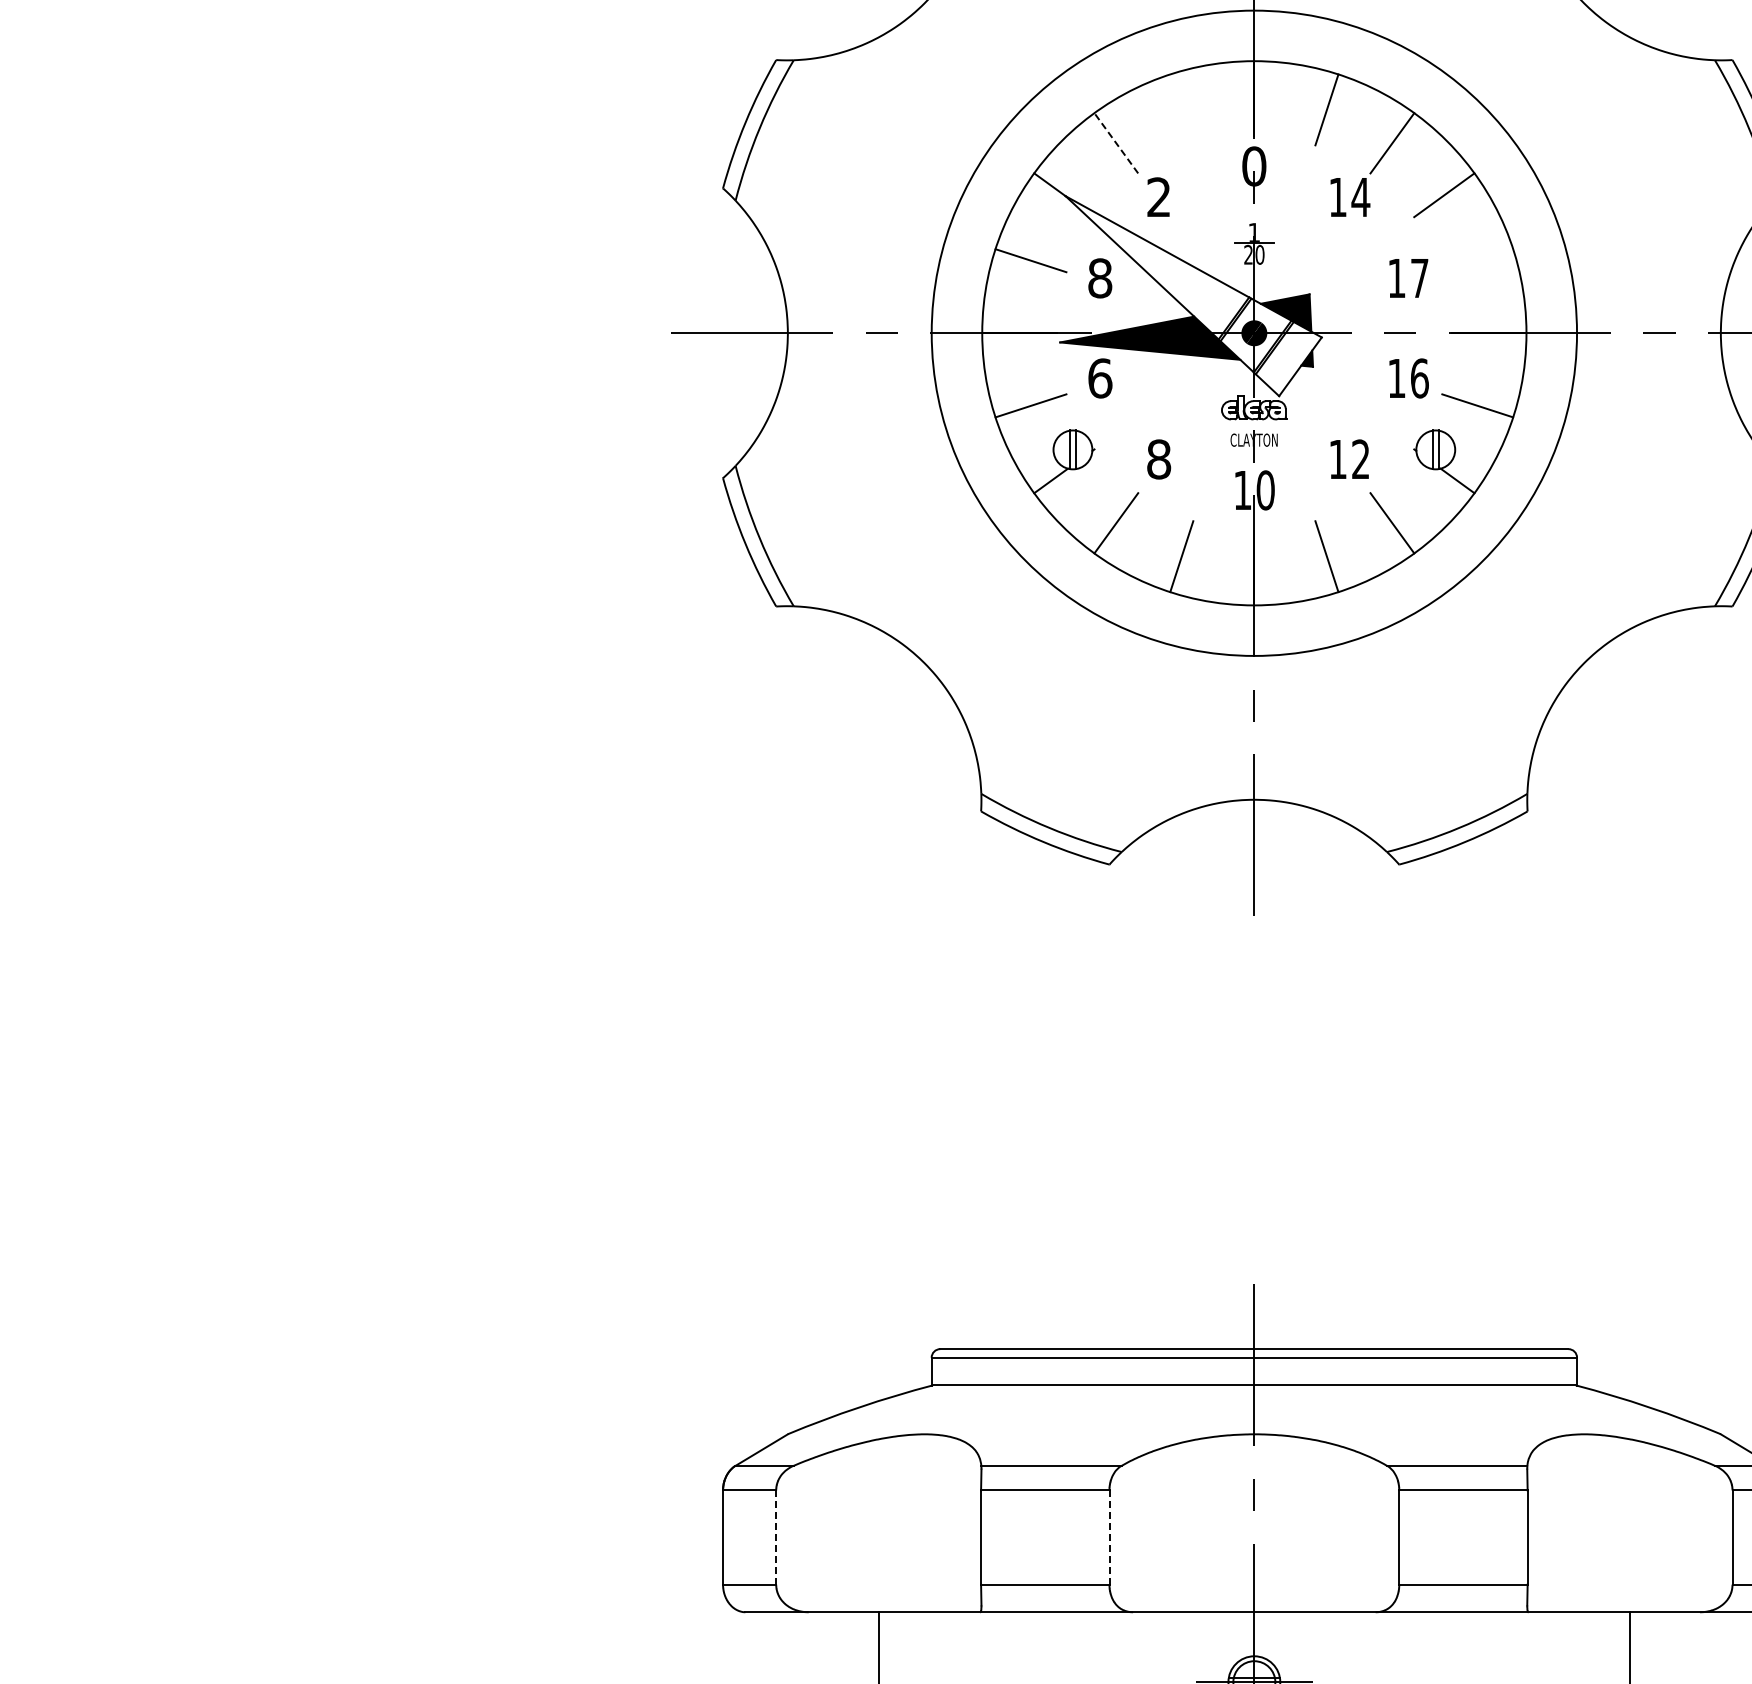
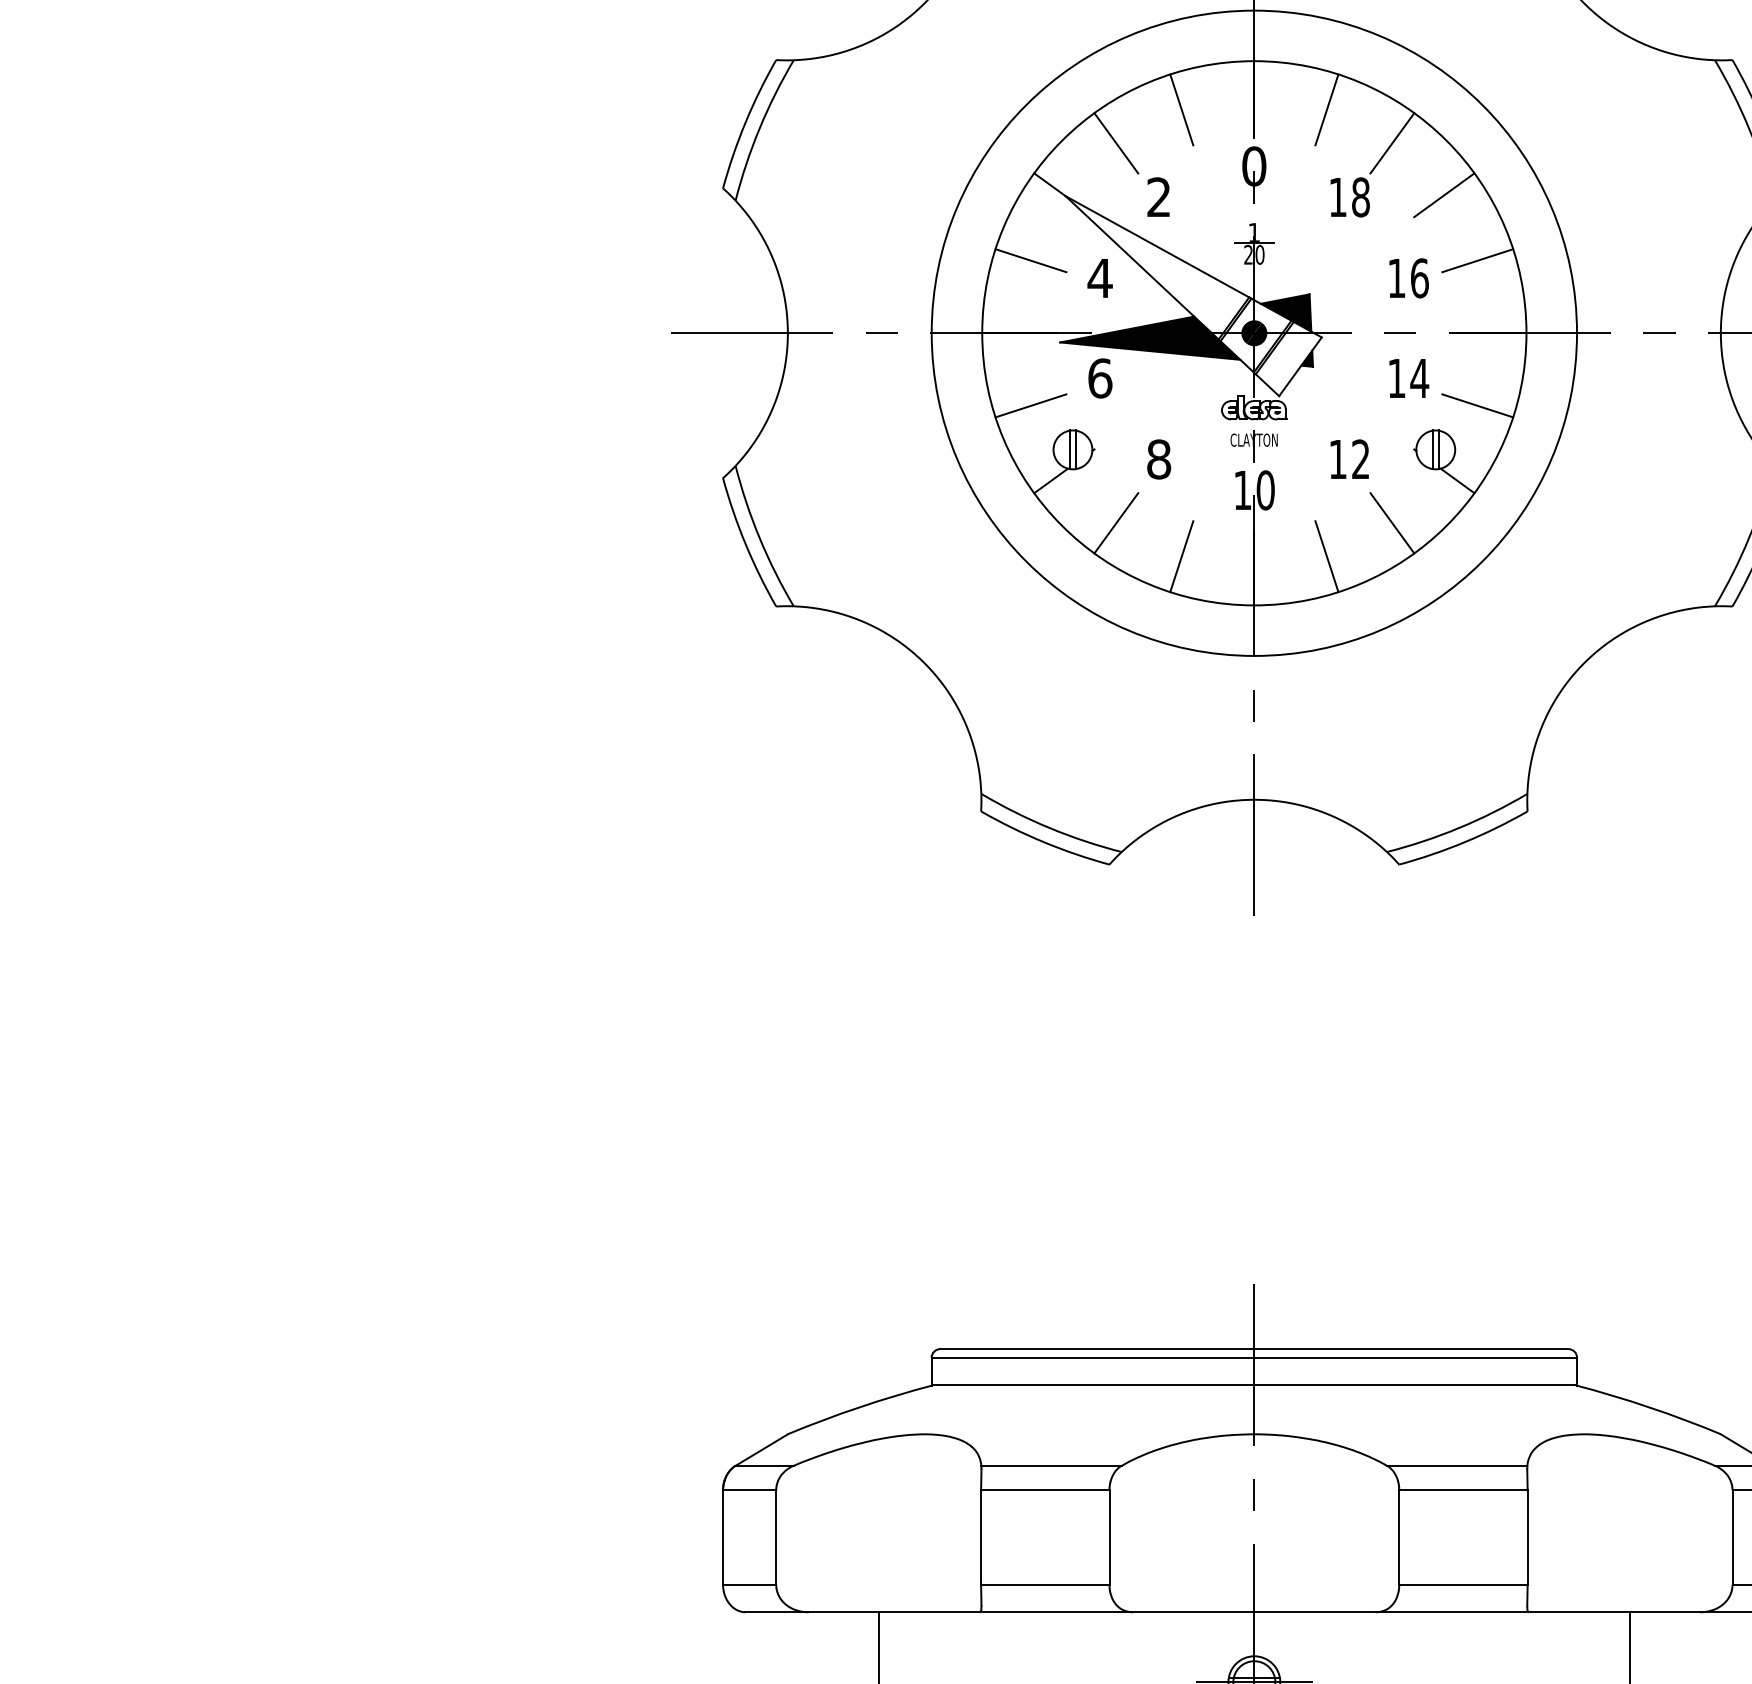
line at (1181, 109): none -> present
line at (1116, 142): dashed -> solid
text at (1360, 197): 14 -> 18
line at (1477, 260): none -> present
text at (1099, 278): 8 -> 4
text at (1419, 278): 17 -> 16
text at (1419, 378): 16 -> 14
line at (776, 1537): dashed -> solid
line at (1109, 1537): dashed -> solid
